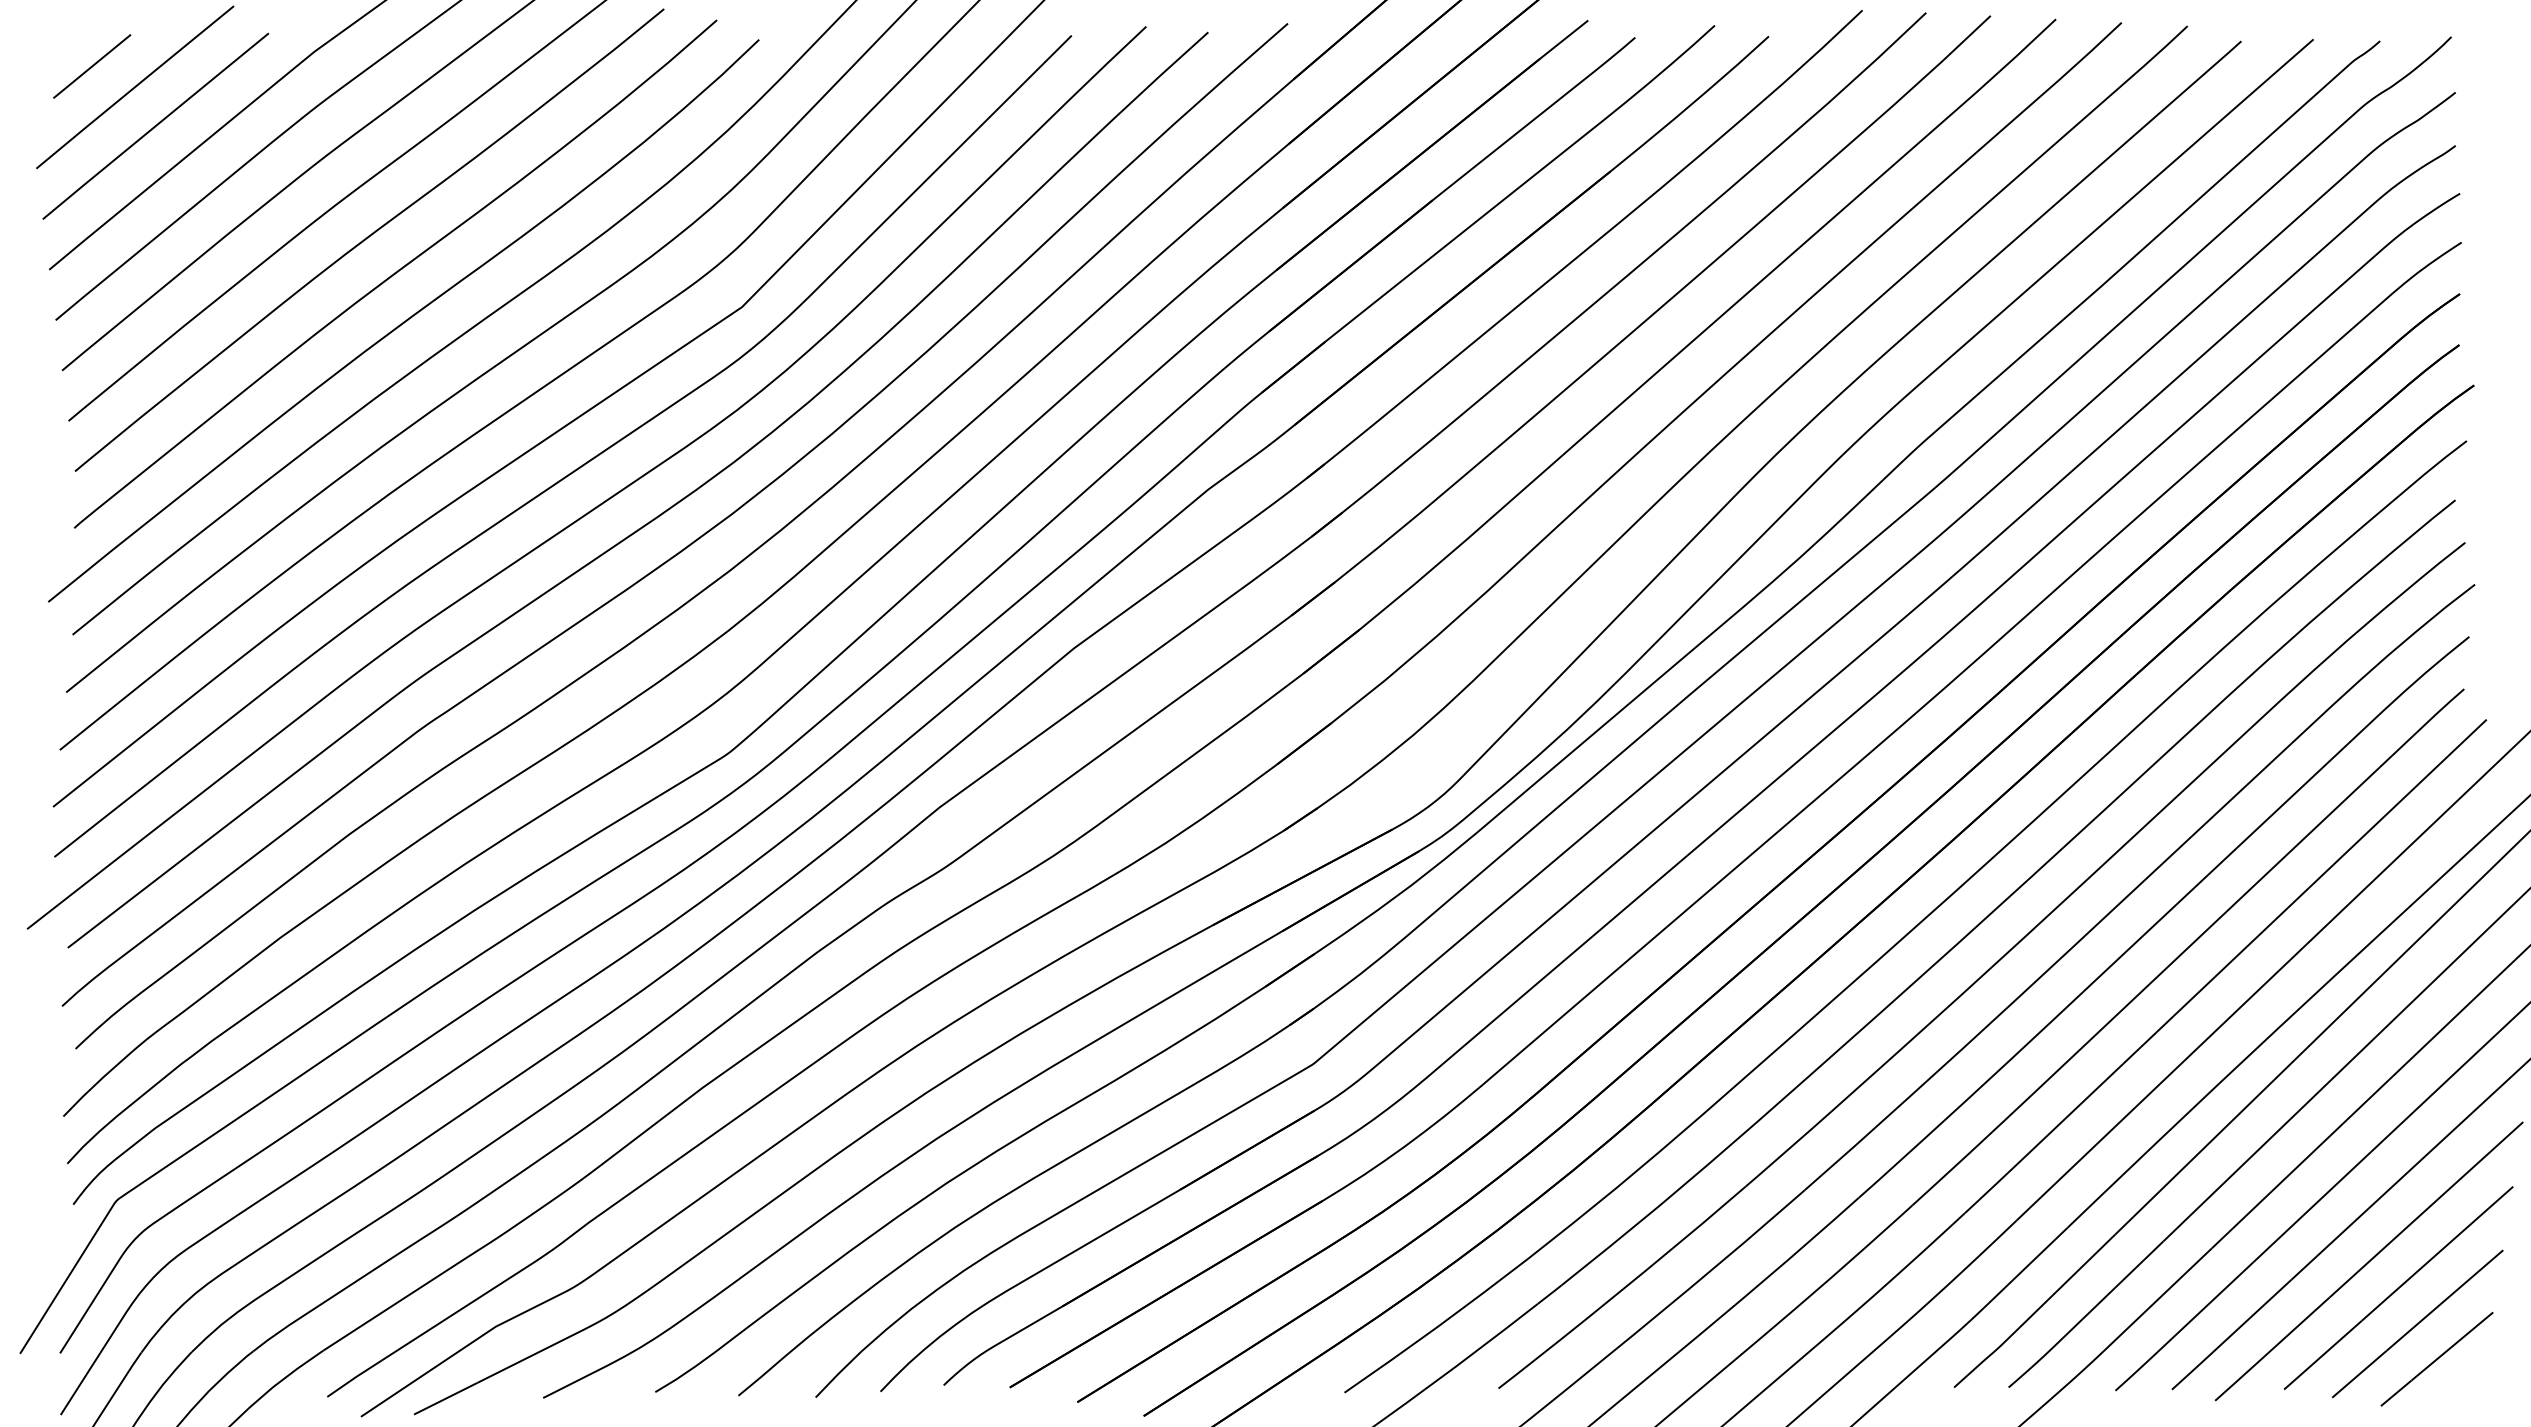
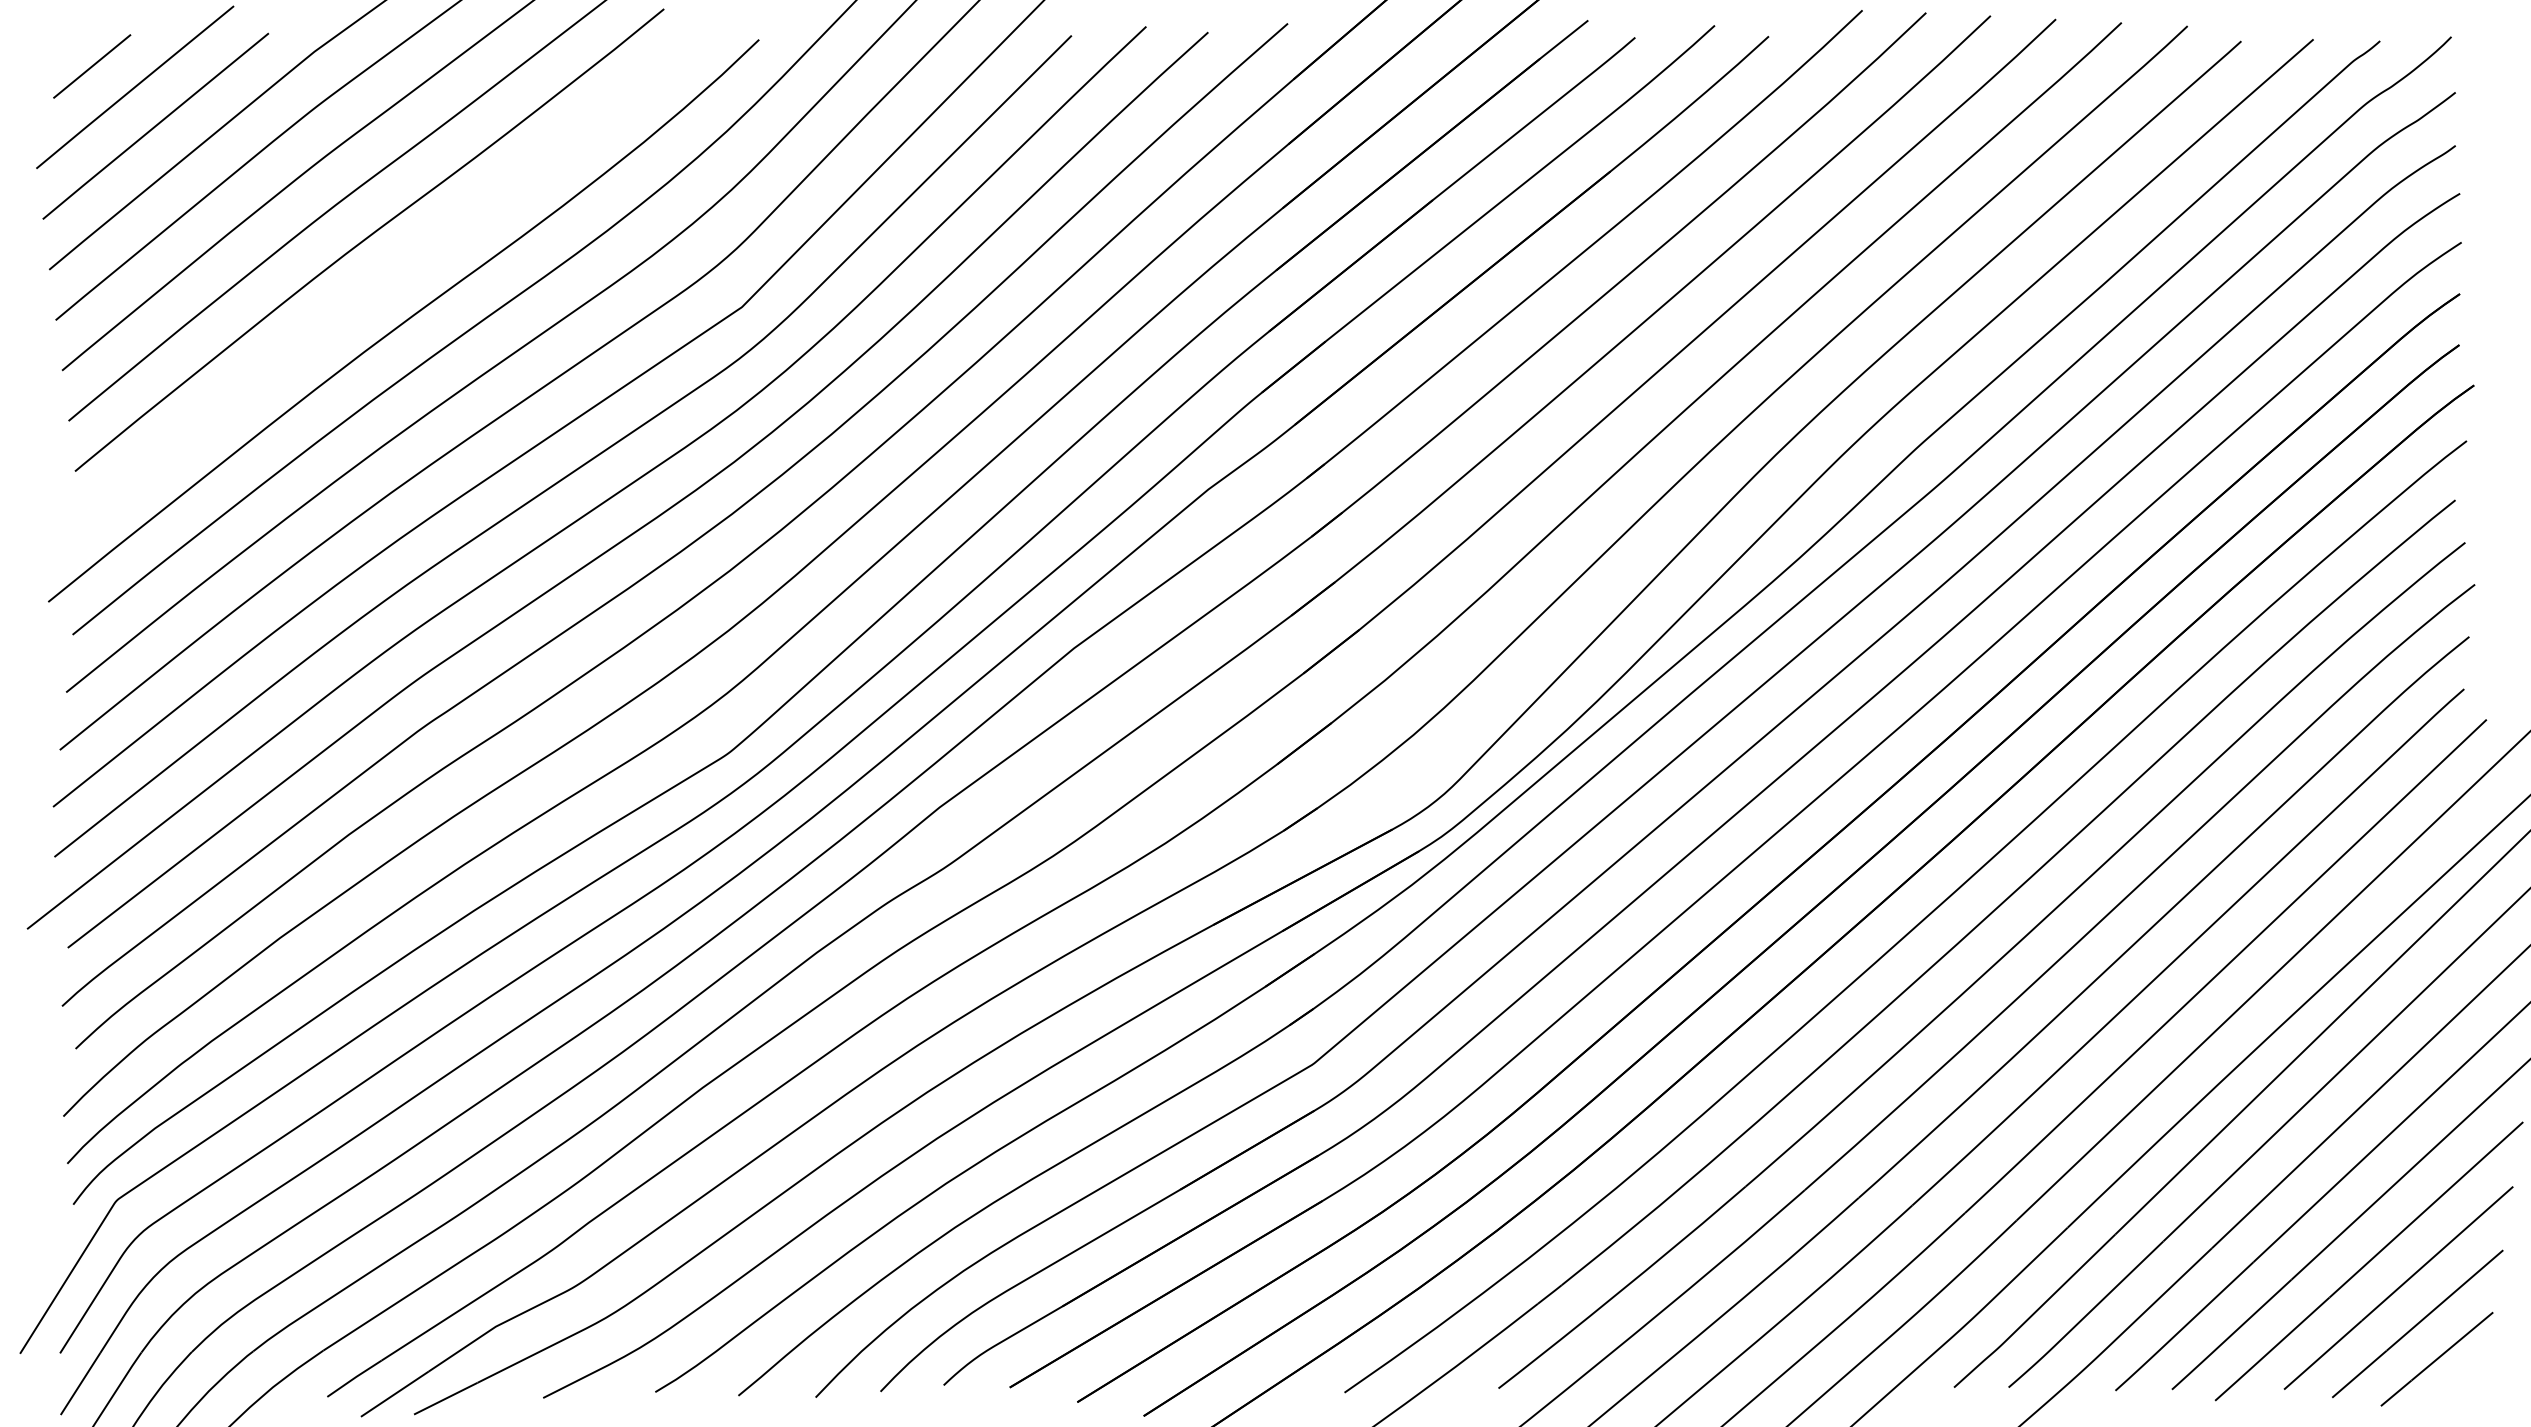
curve at (395, 273): present -> none
